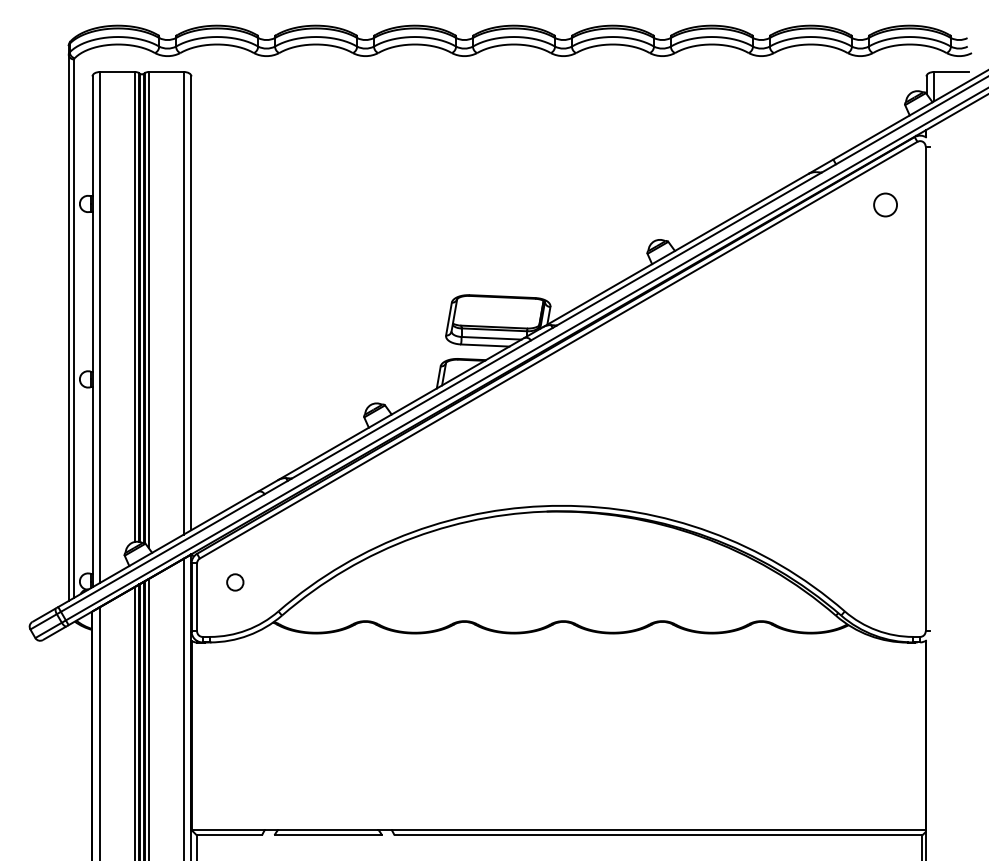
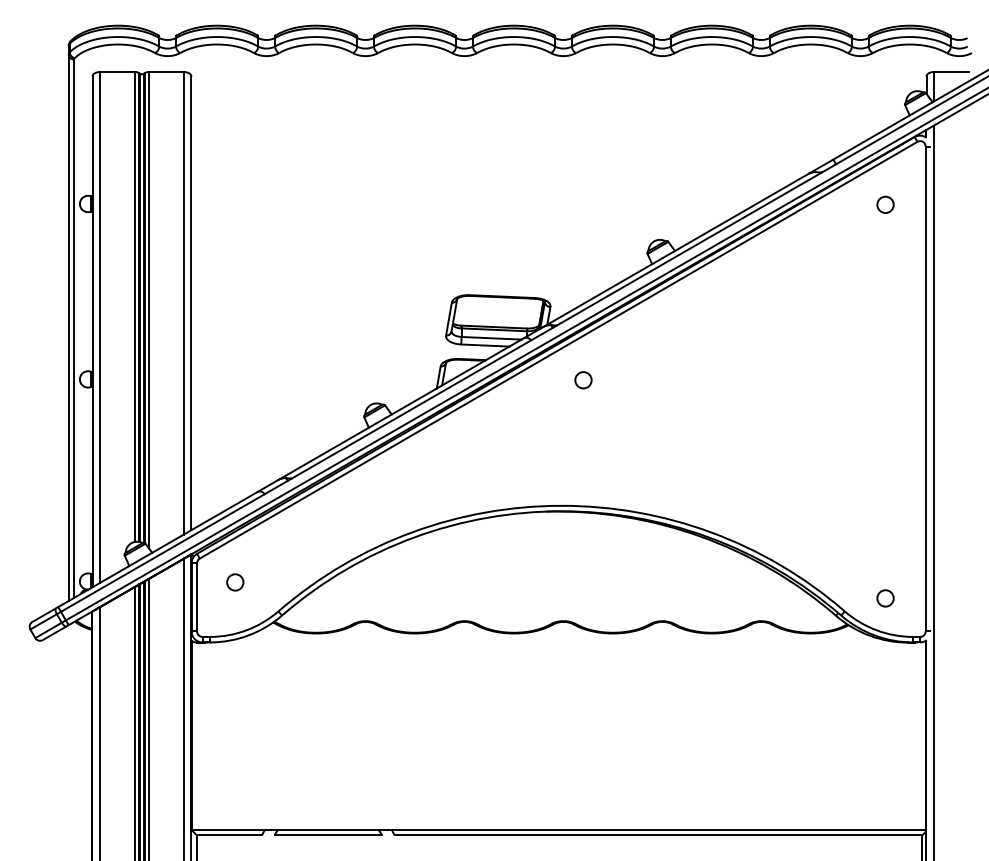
circle at (885, 204) size: 25x26 px -> 19x19 px
circle at (583, 380): none -> present
line at (933, 491): none -> present
circle at (885, 598): none -> present
